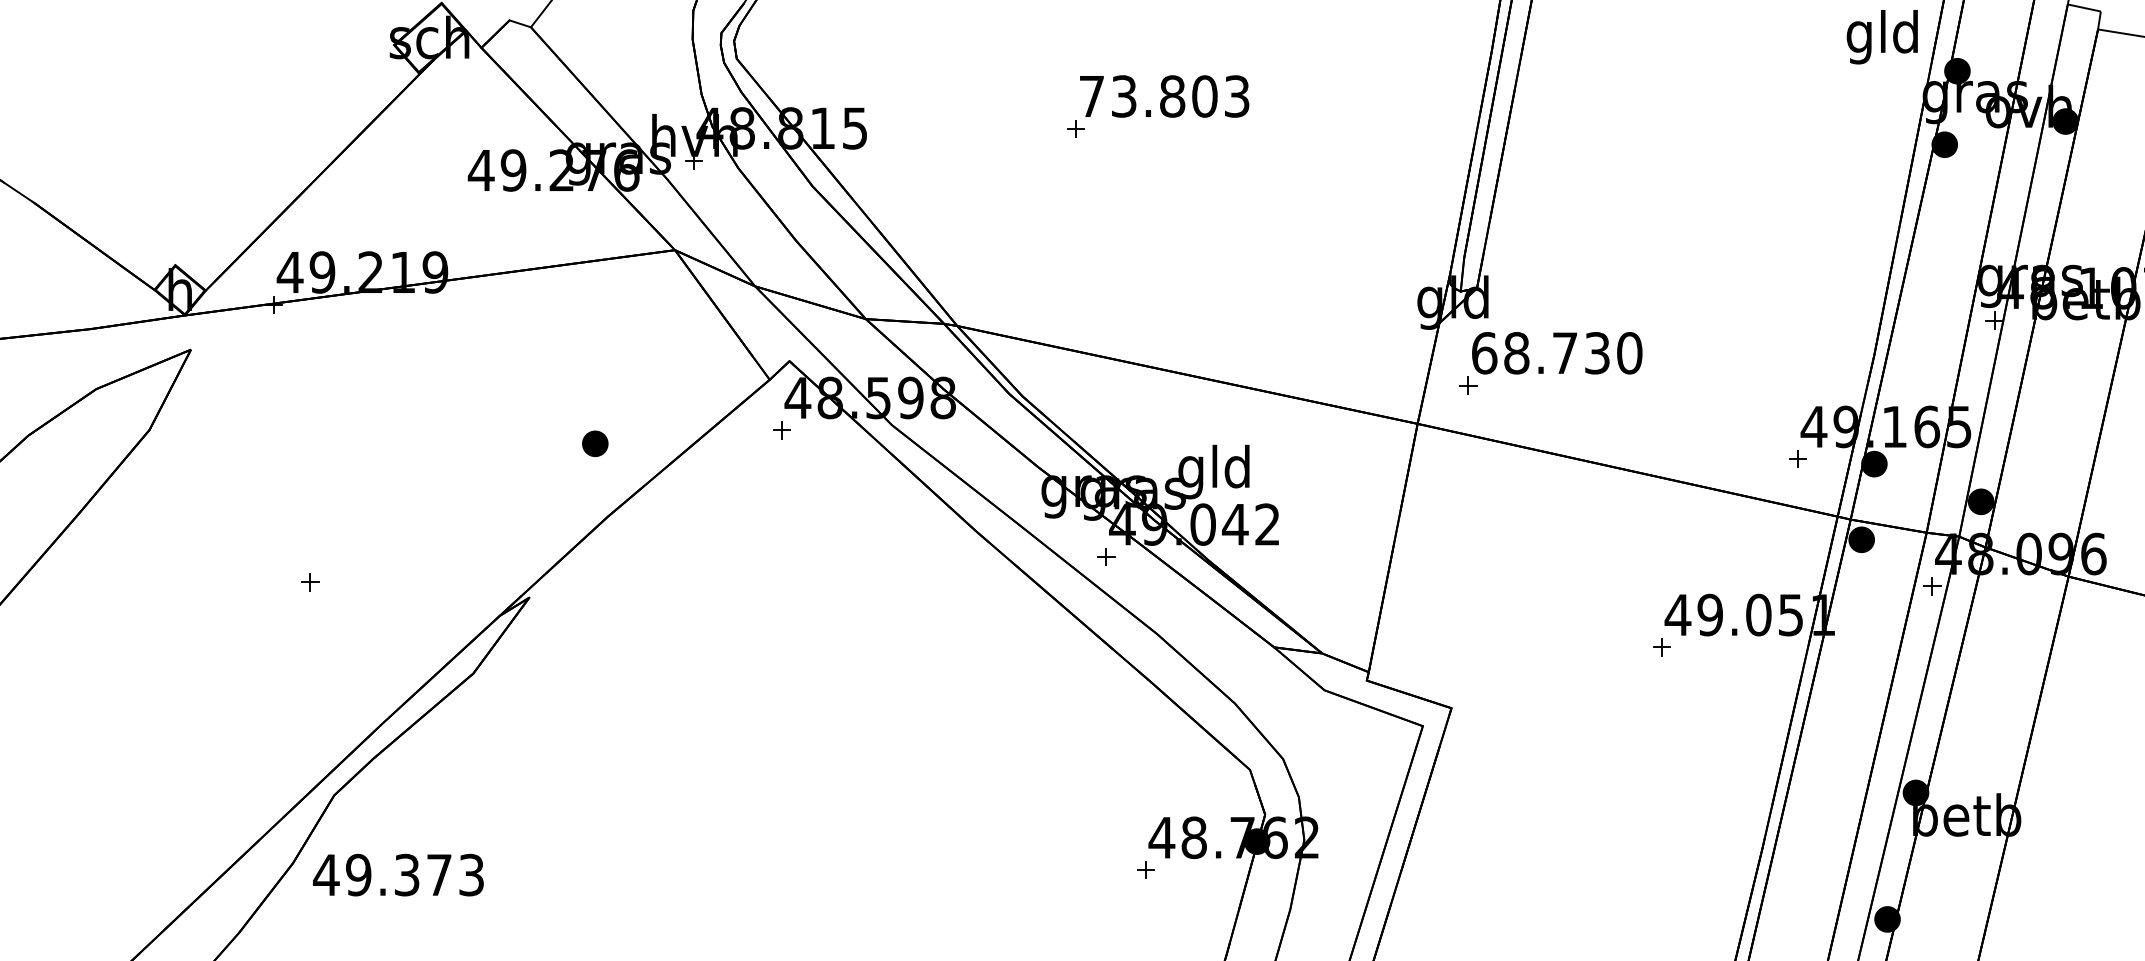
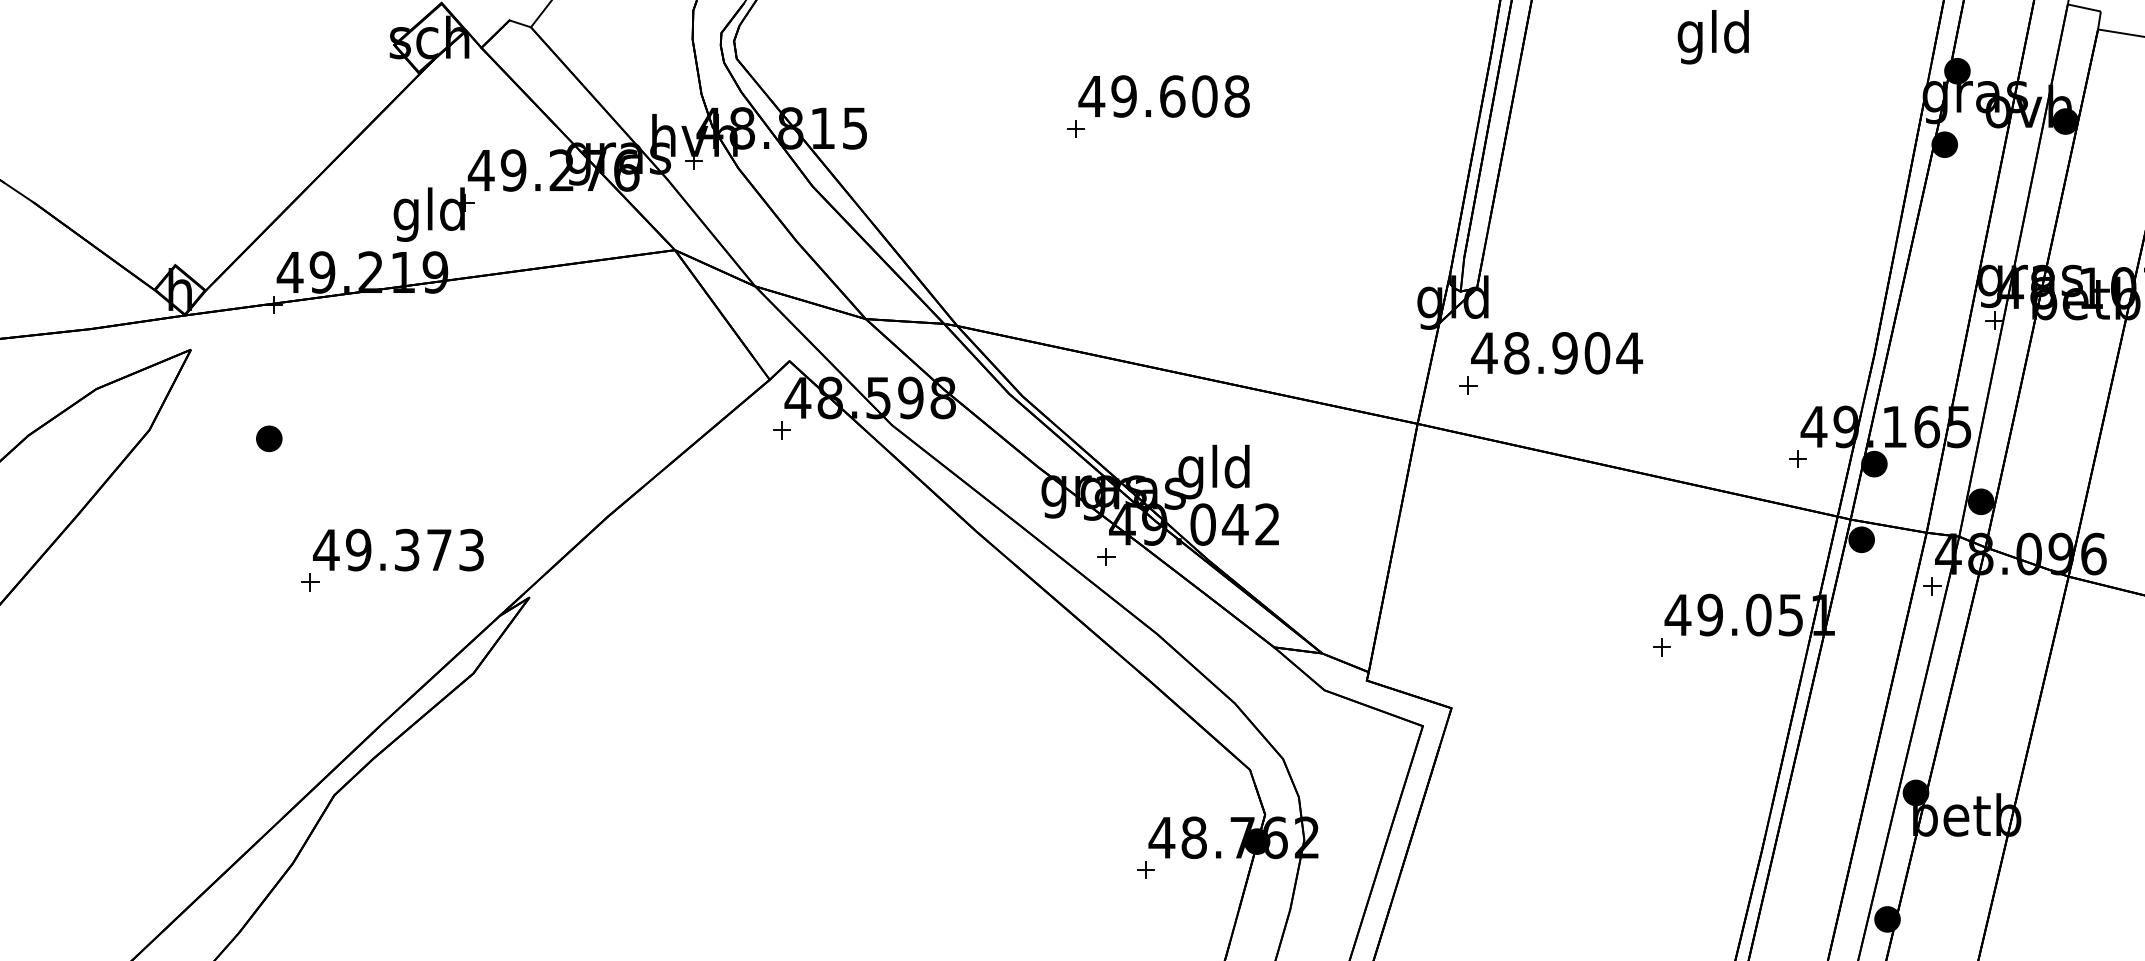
text at (1881, 37) position: (1881, 37) -> (1712, 37)
text at (1163, 96): 73.803 -> 49.608
part at (433, 214): none -> present
text at (1557, 353): 68.730 -> 48.904
part at (595, 443) position: (595, 443) -> (269, 438)
text at (398, 874) position: (398, 874) -> (398, 549)
